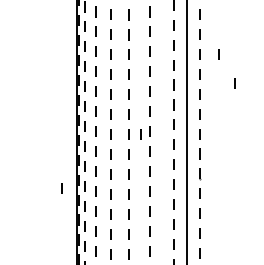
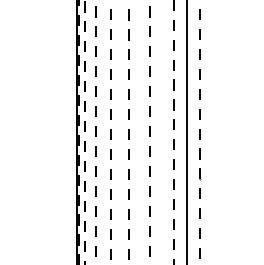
line at (218, 54): present -> none
line at (234, 83): present -> none
line at (140, 134): present -> none
line at (61, 188): present -> none
